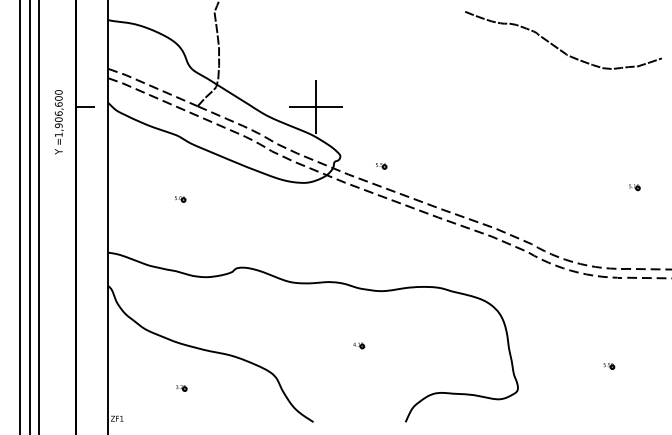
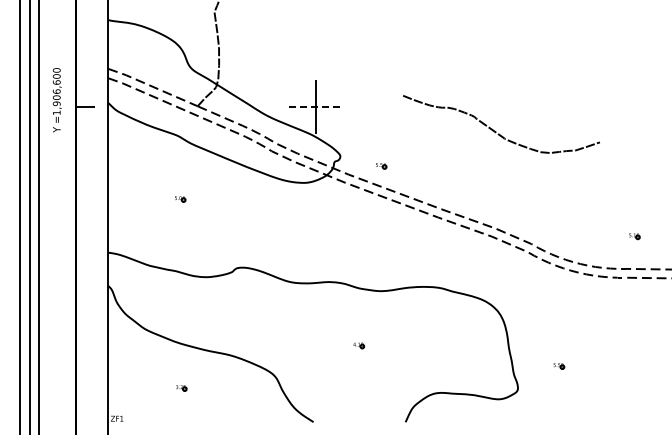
curve at (558, 47) position: (558, 47) -> (496, 131)
line at (316, 107): solid -> dashed
text at (58, 122) position: (58, 122) -> (56, 100)
part at (634, 187) position: (634, 187) -> (634, 236)
part at (609, 366) position: (609, 366) -> (559, 366)
